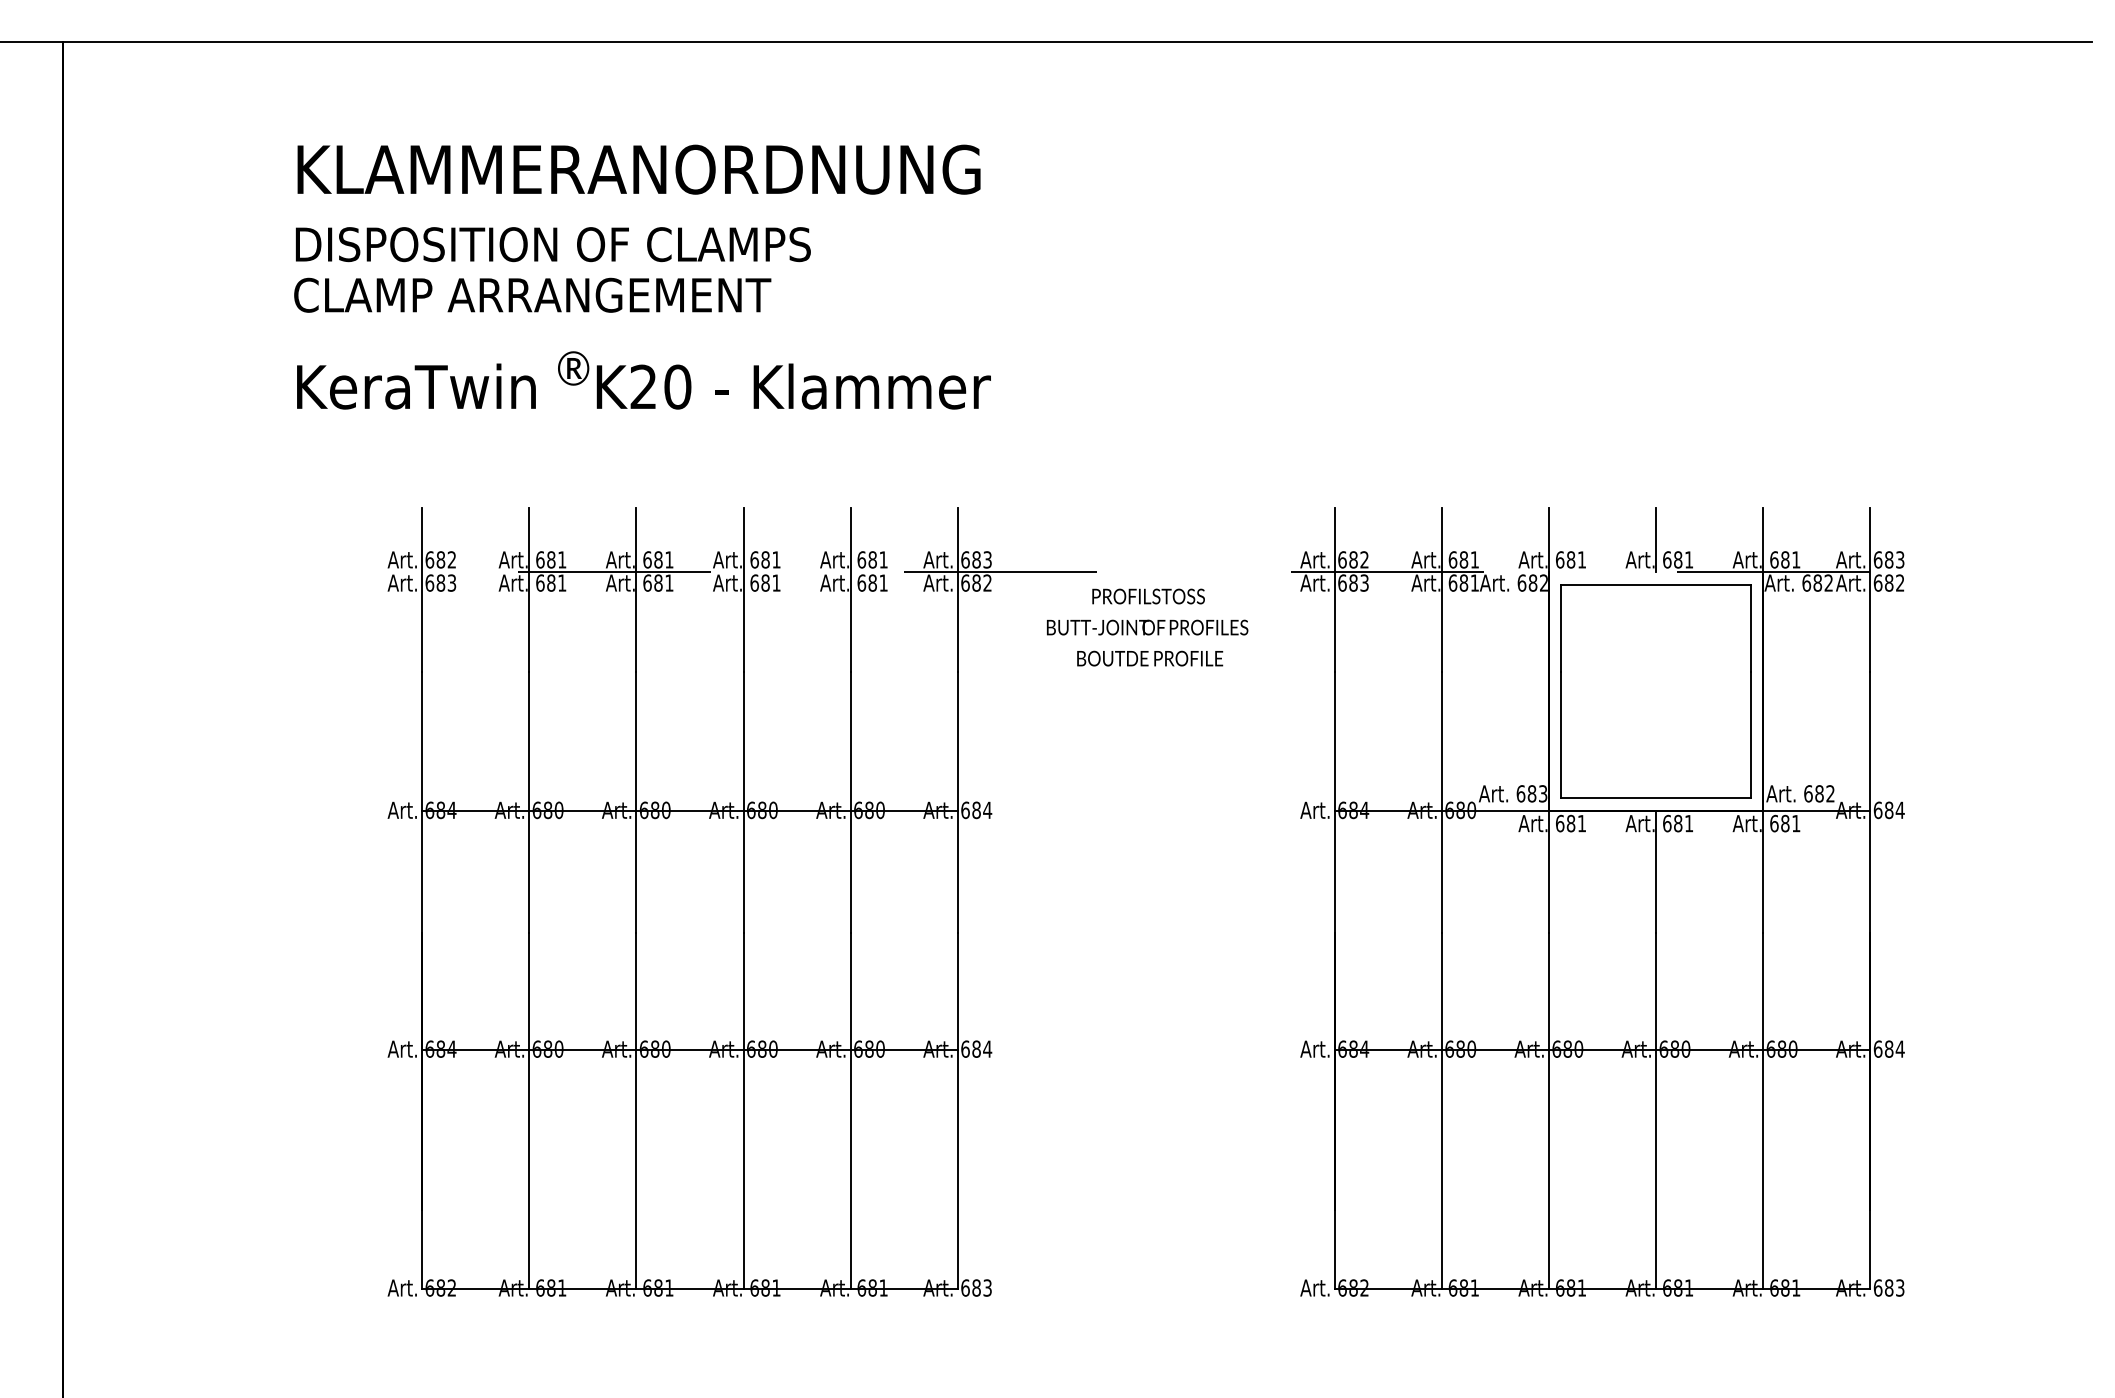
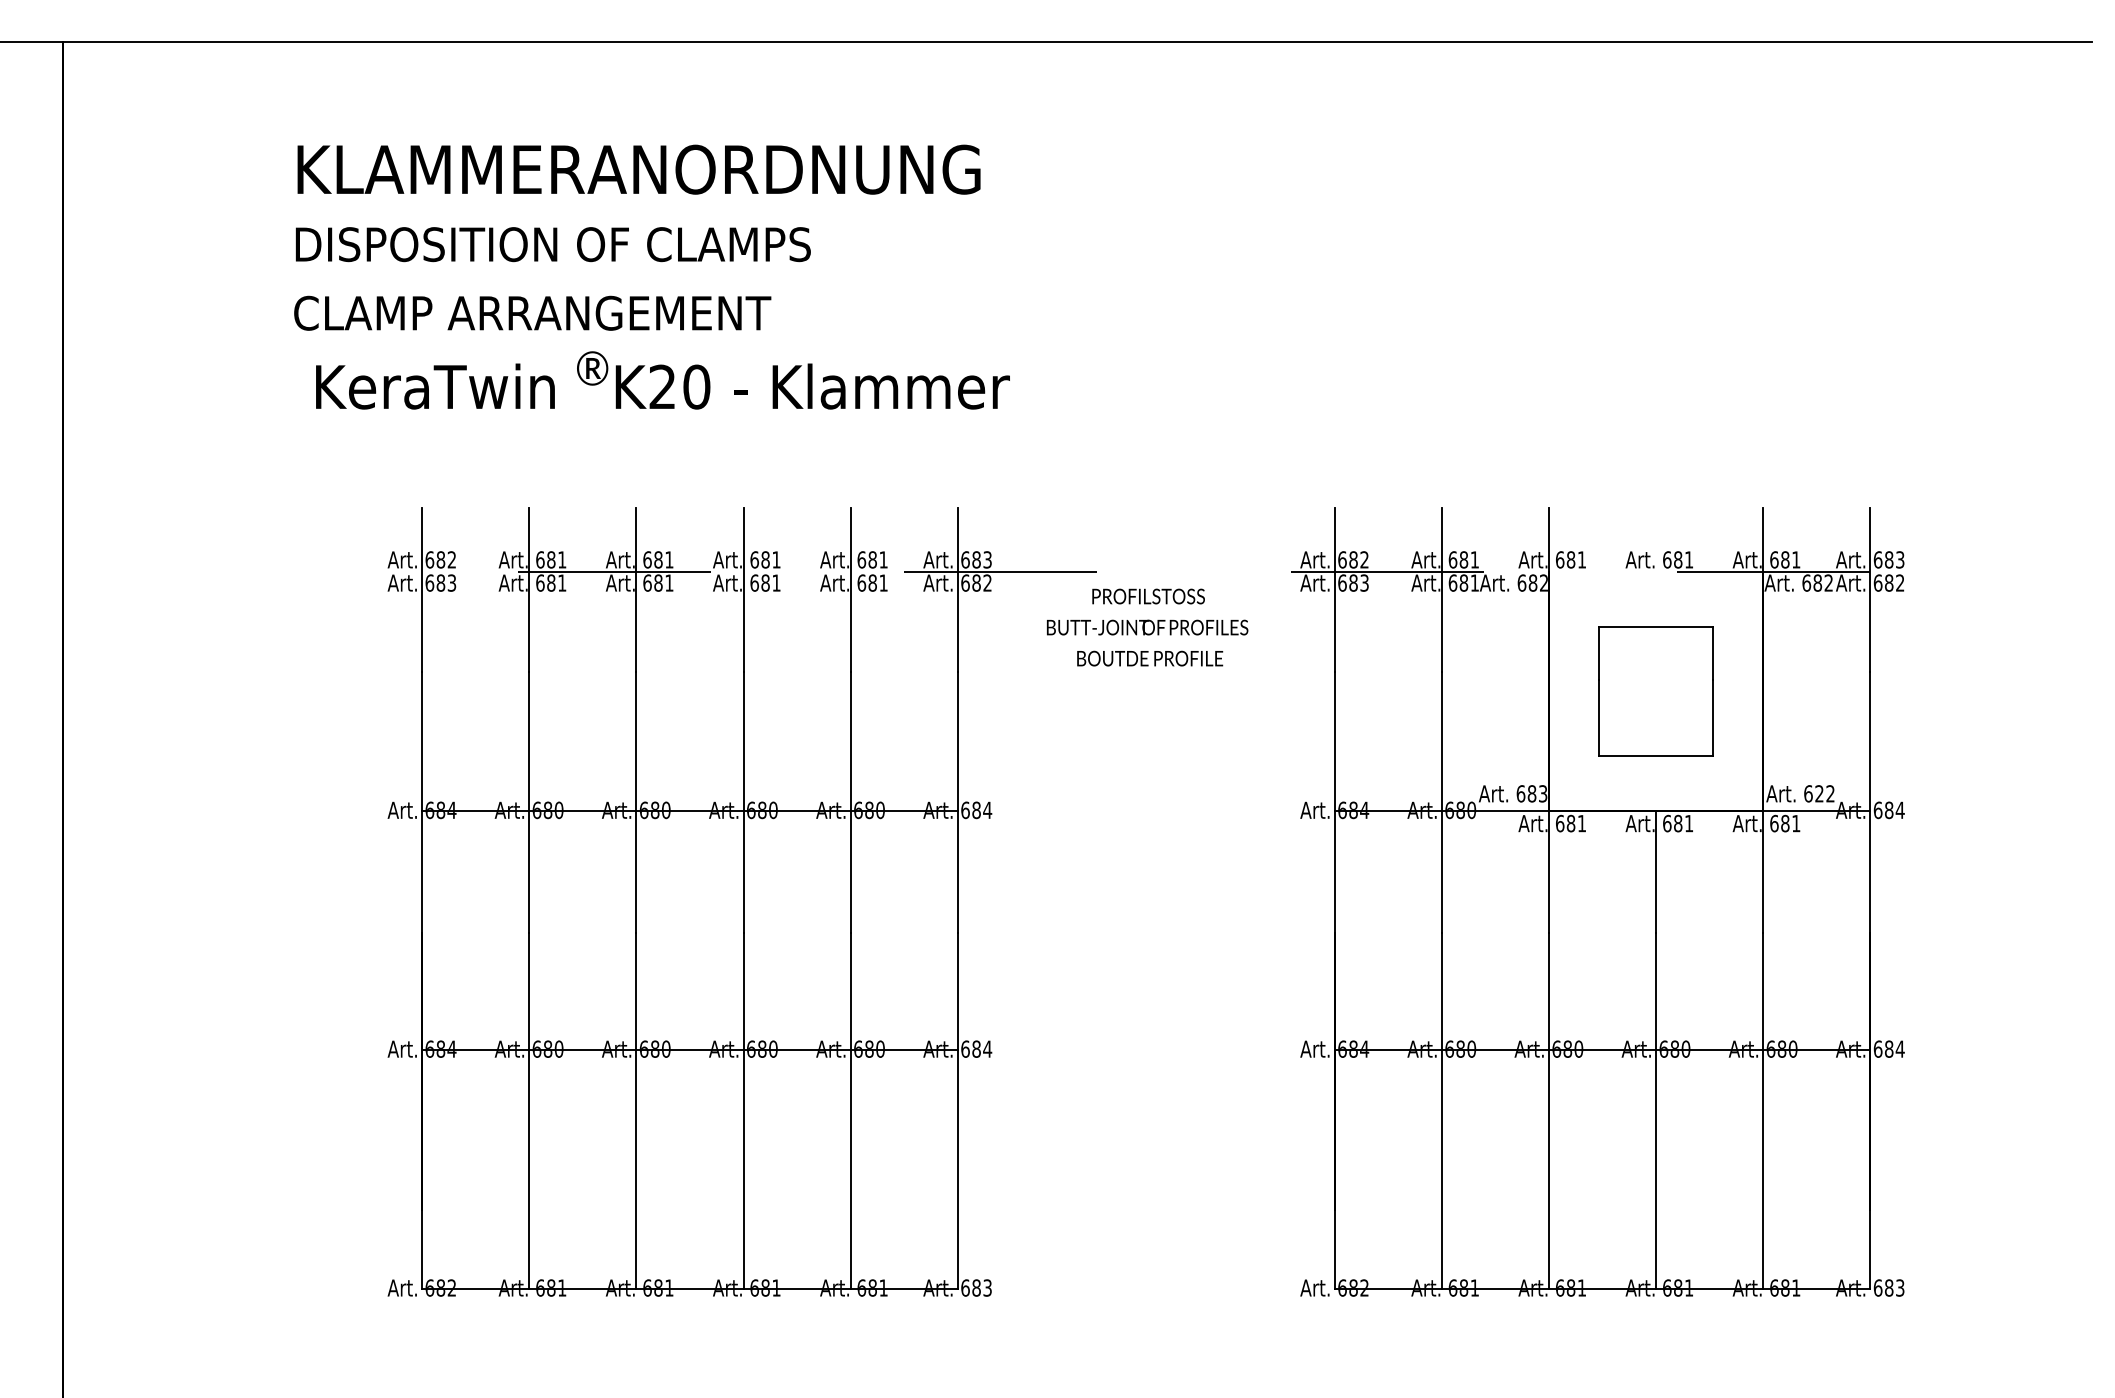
text at (532, 294) position: (532, 294) -> (532, 312)
text at (643, 380) position: (643, 380) -> (662, 380)
line at (1656, 539): present -> none
part at (1655, 691) size: 192x215 px -> 116x131 px
text at (1819, 793): 682 -> 622
